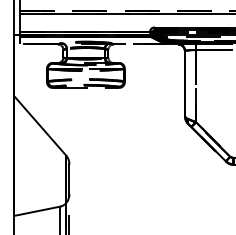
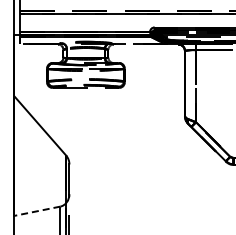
line at (36, 211): solid -> dashed
